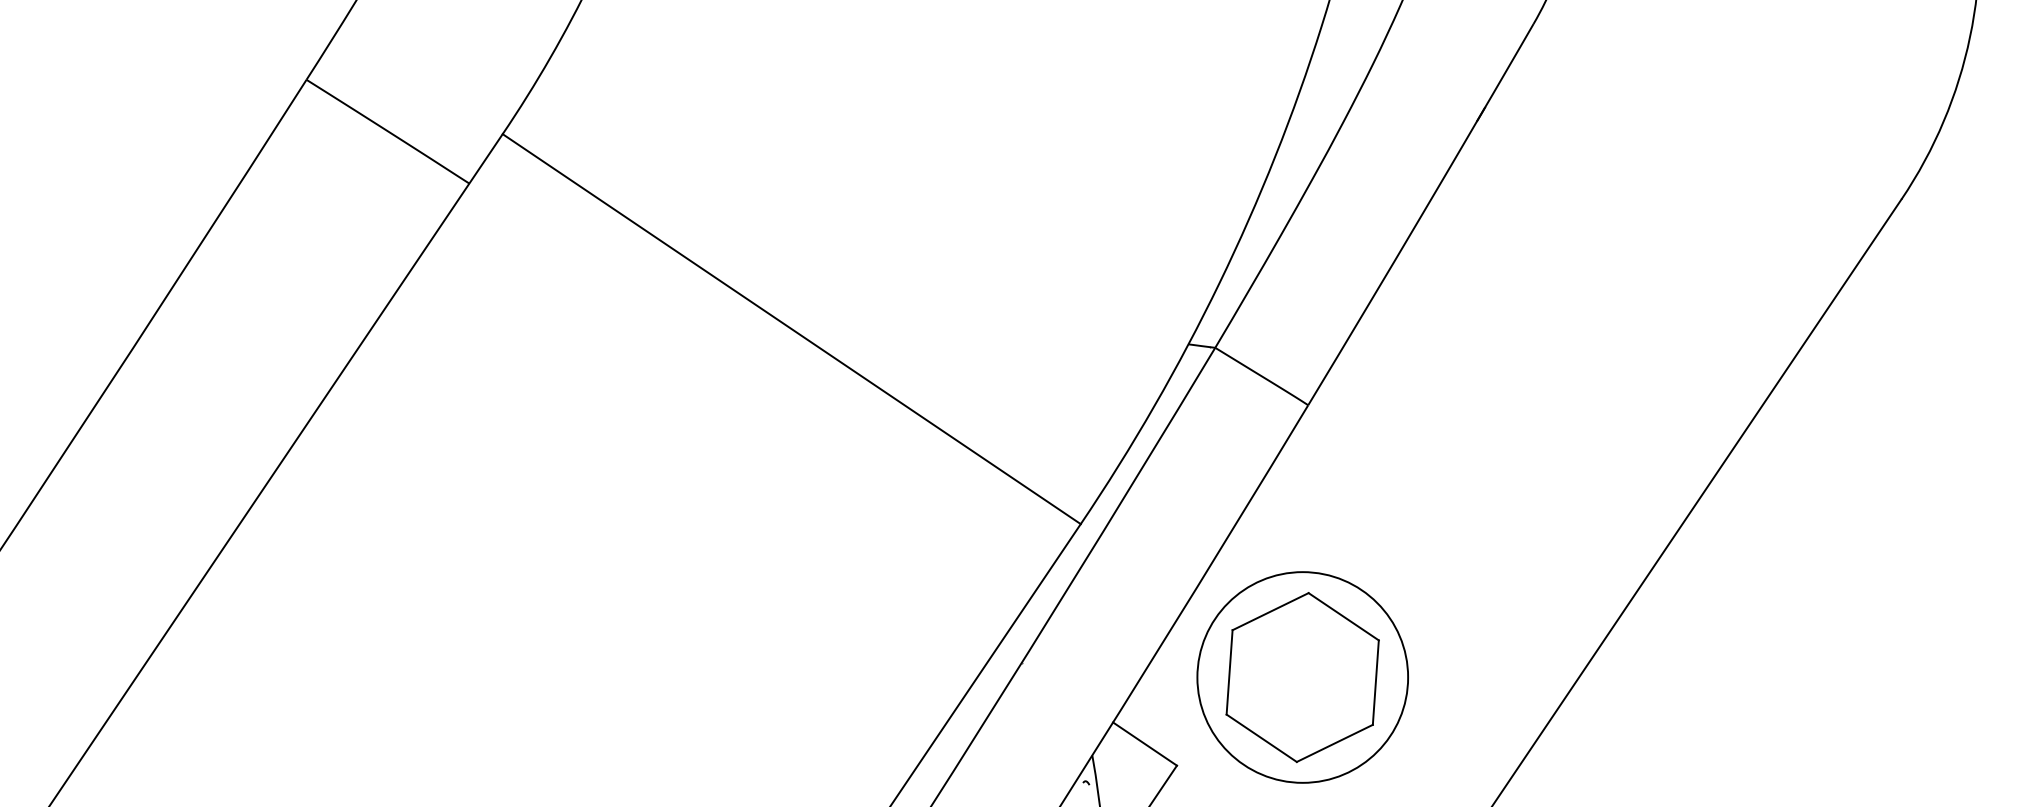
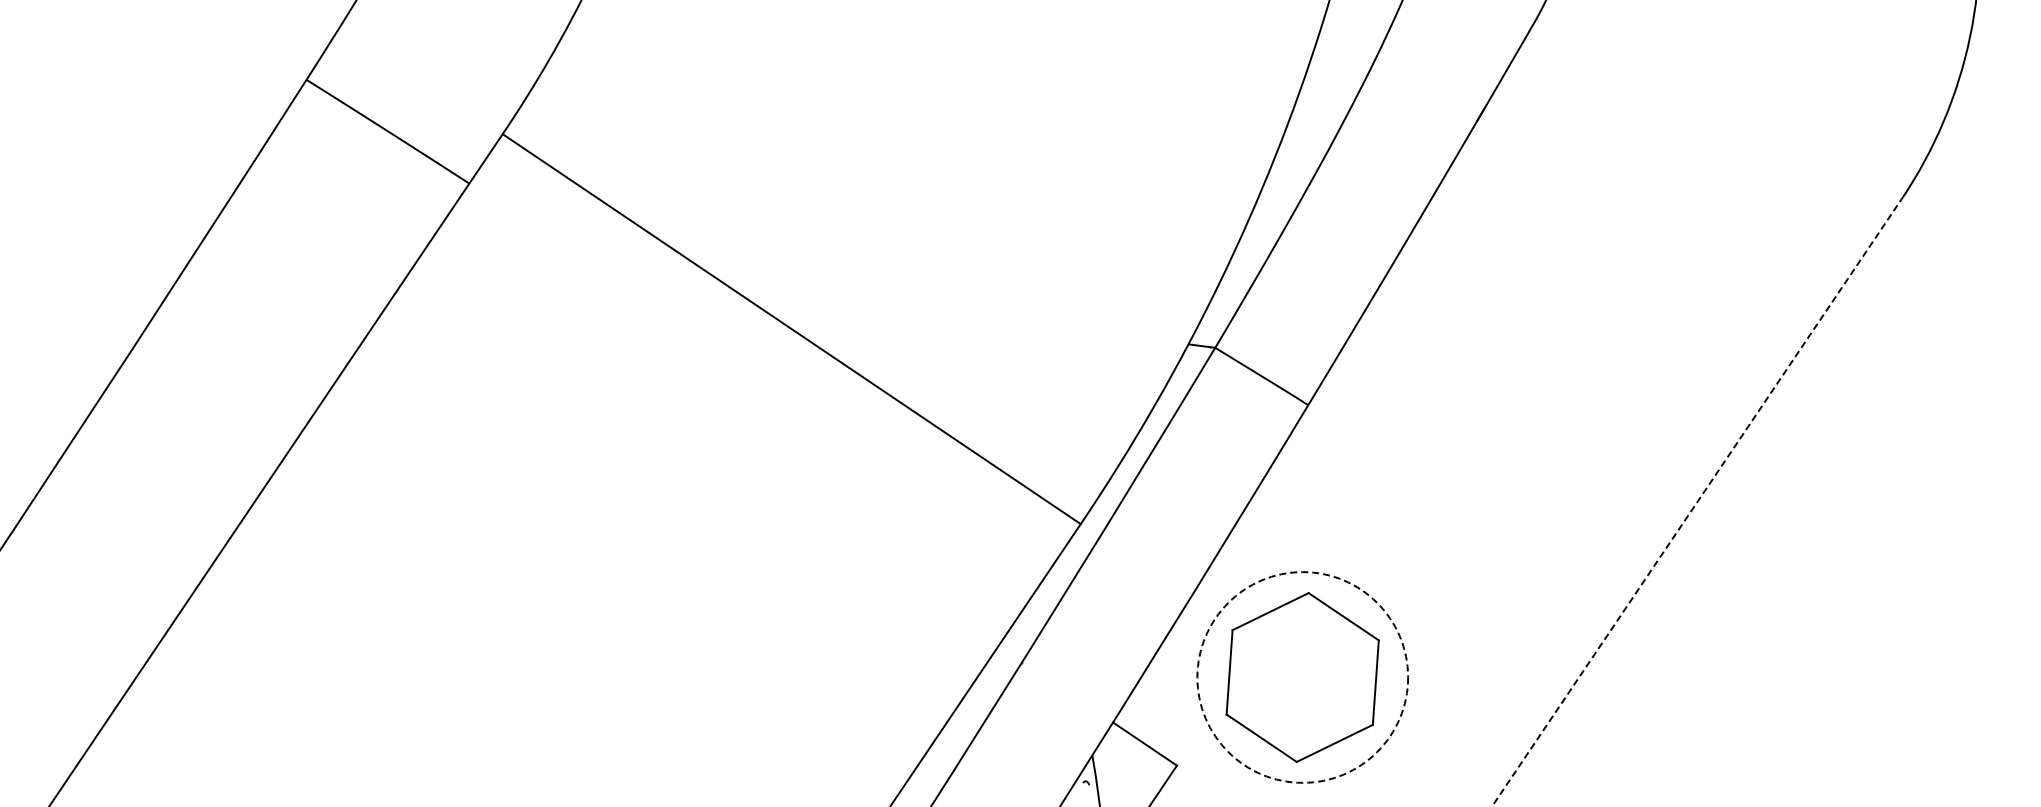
line at (1696, 502): solid -> dashed
circle at (1302, 677): solid -> dashed
